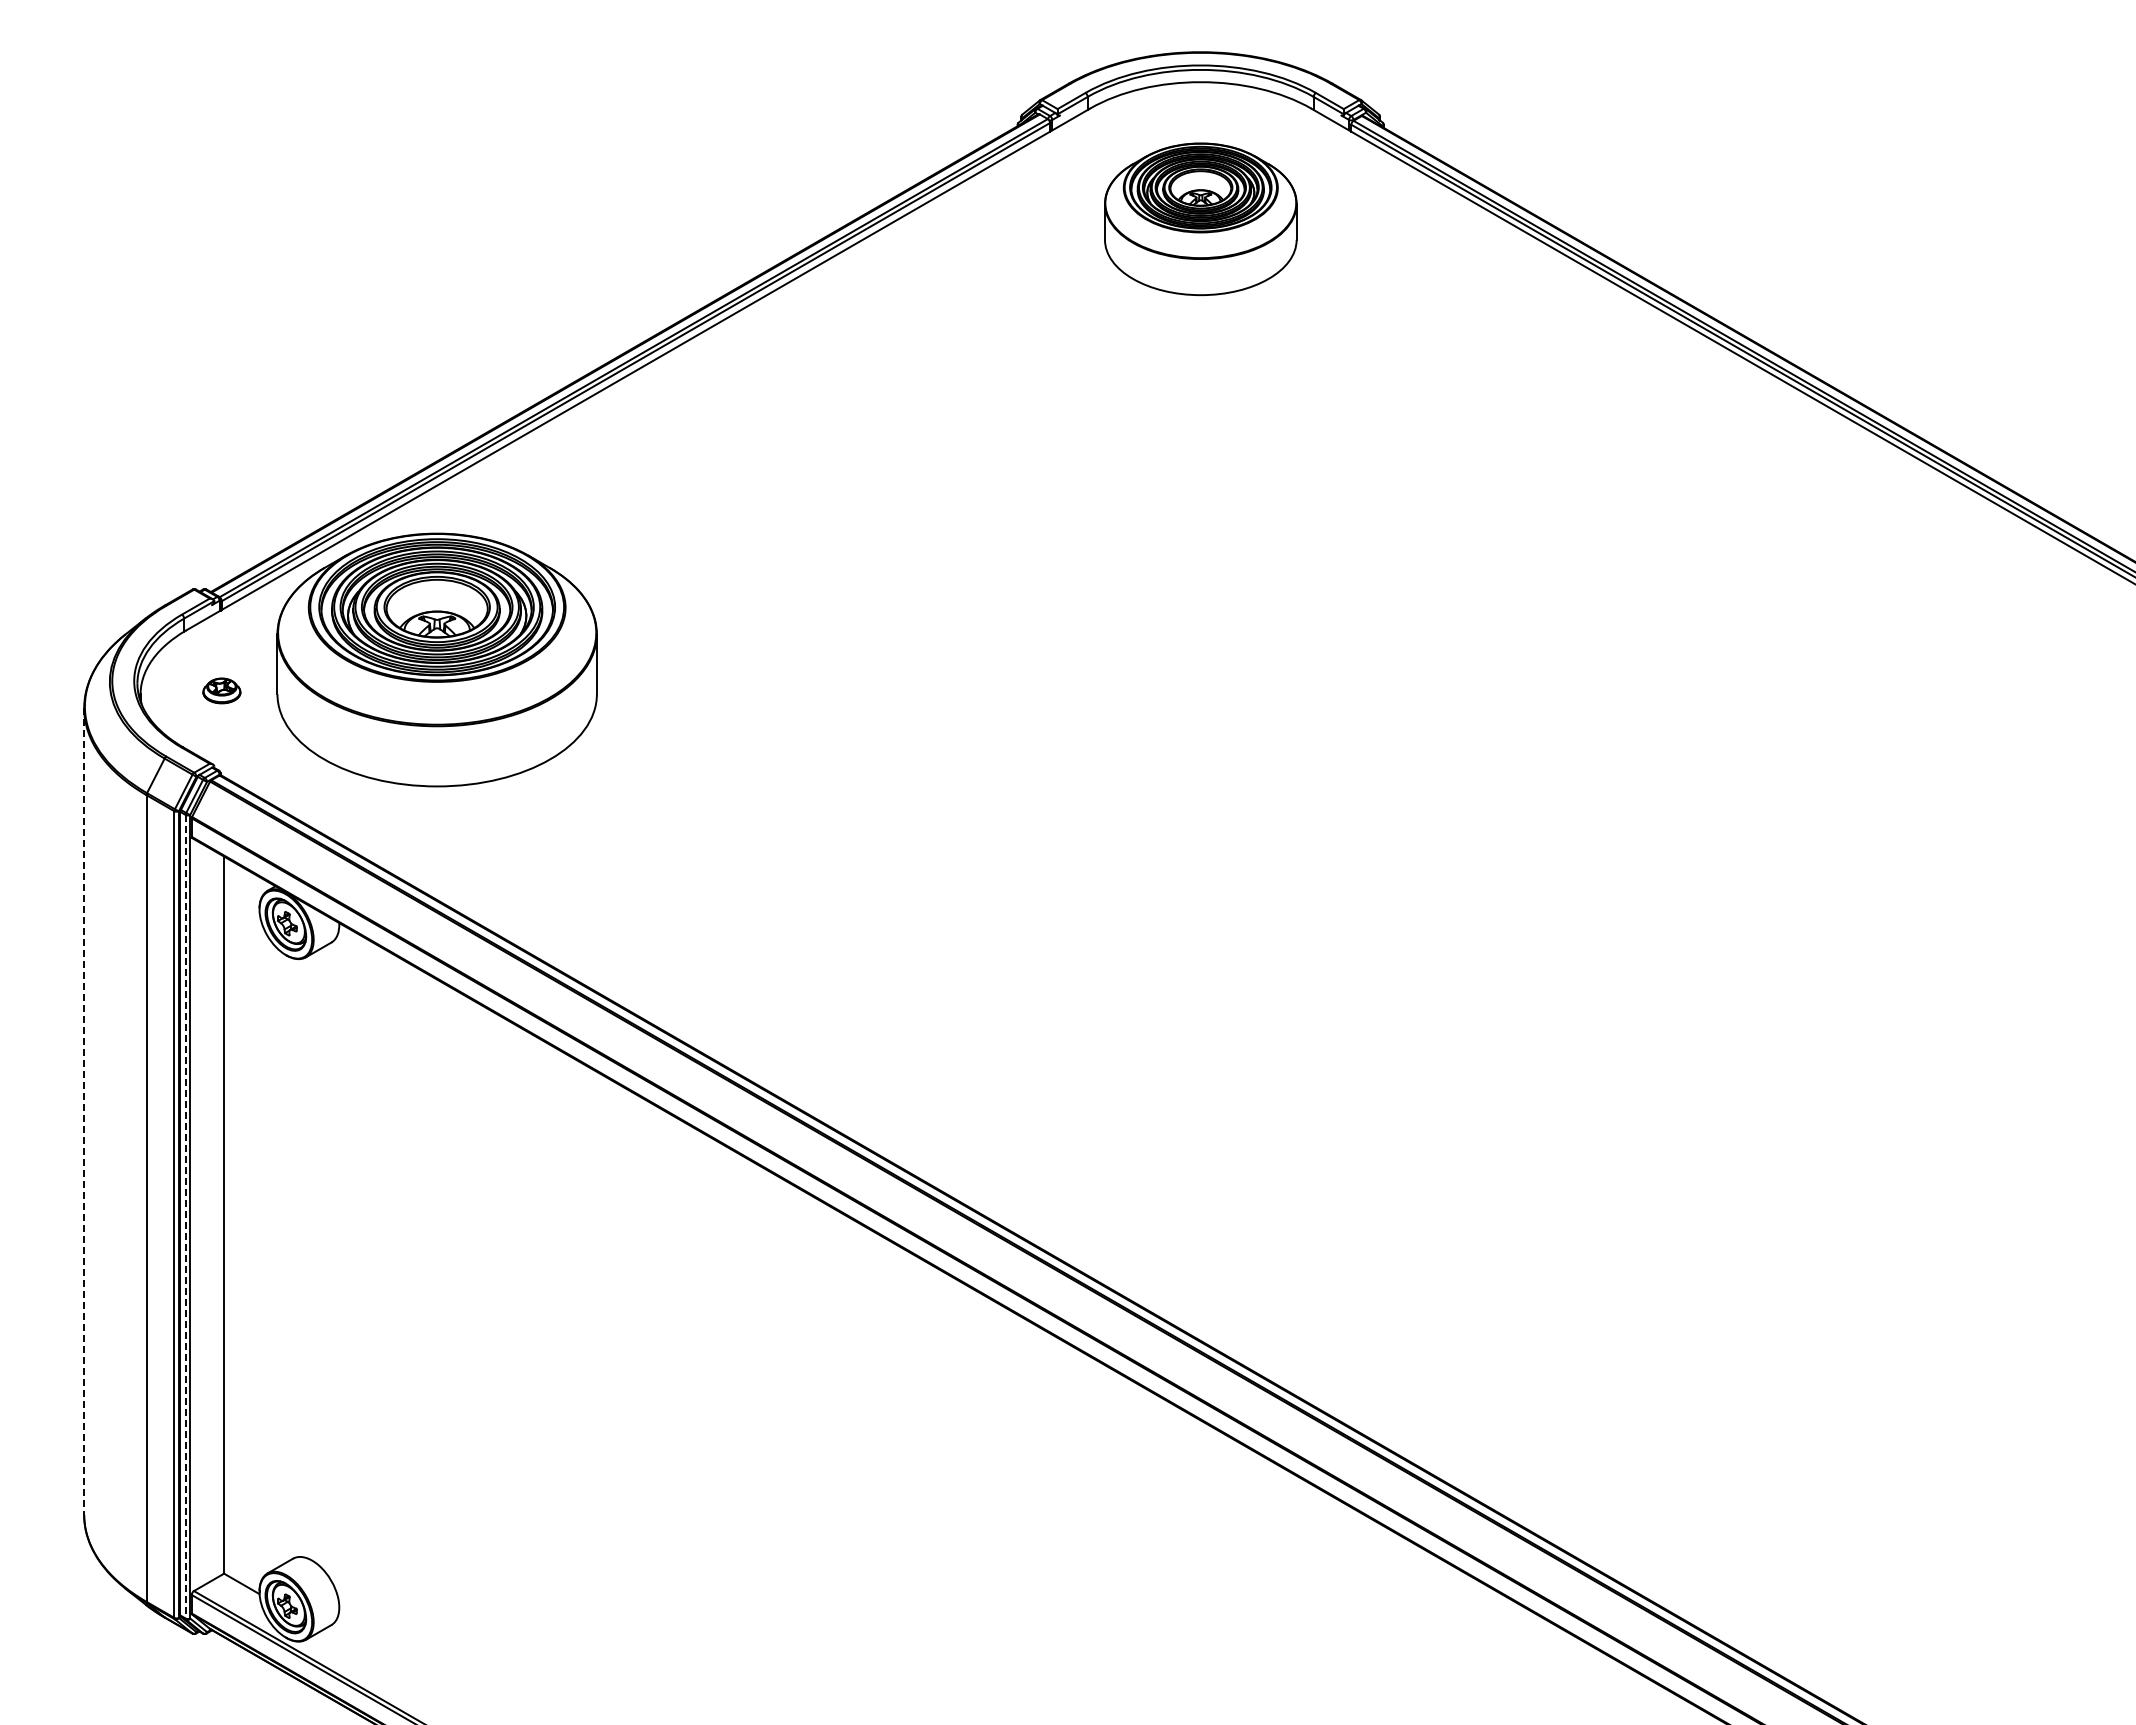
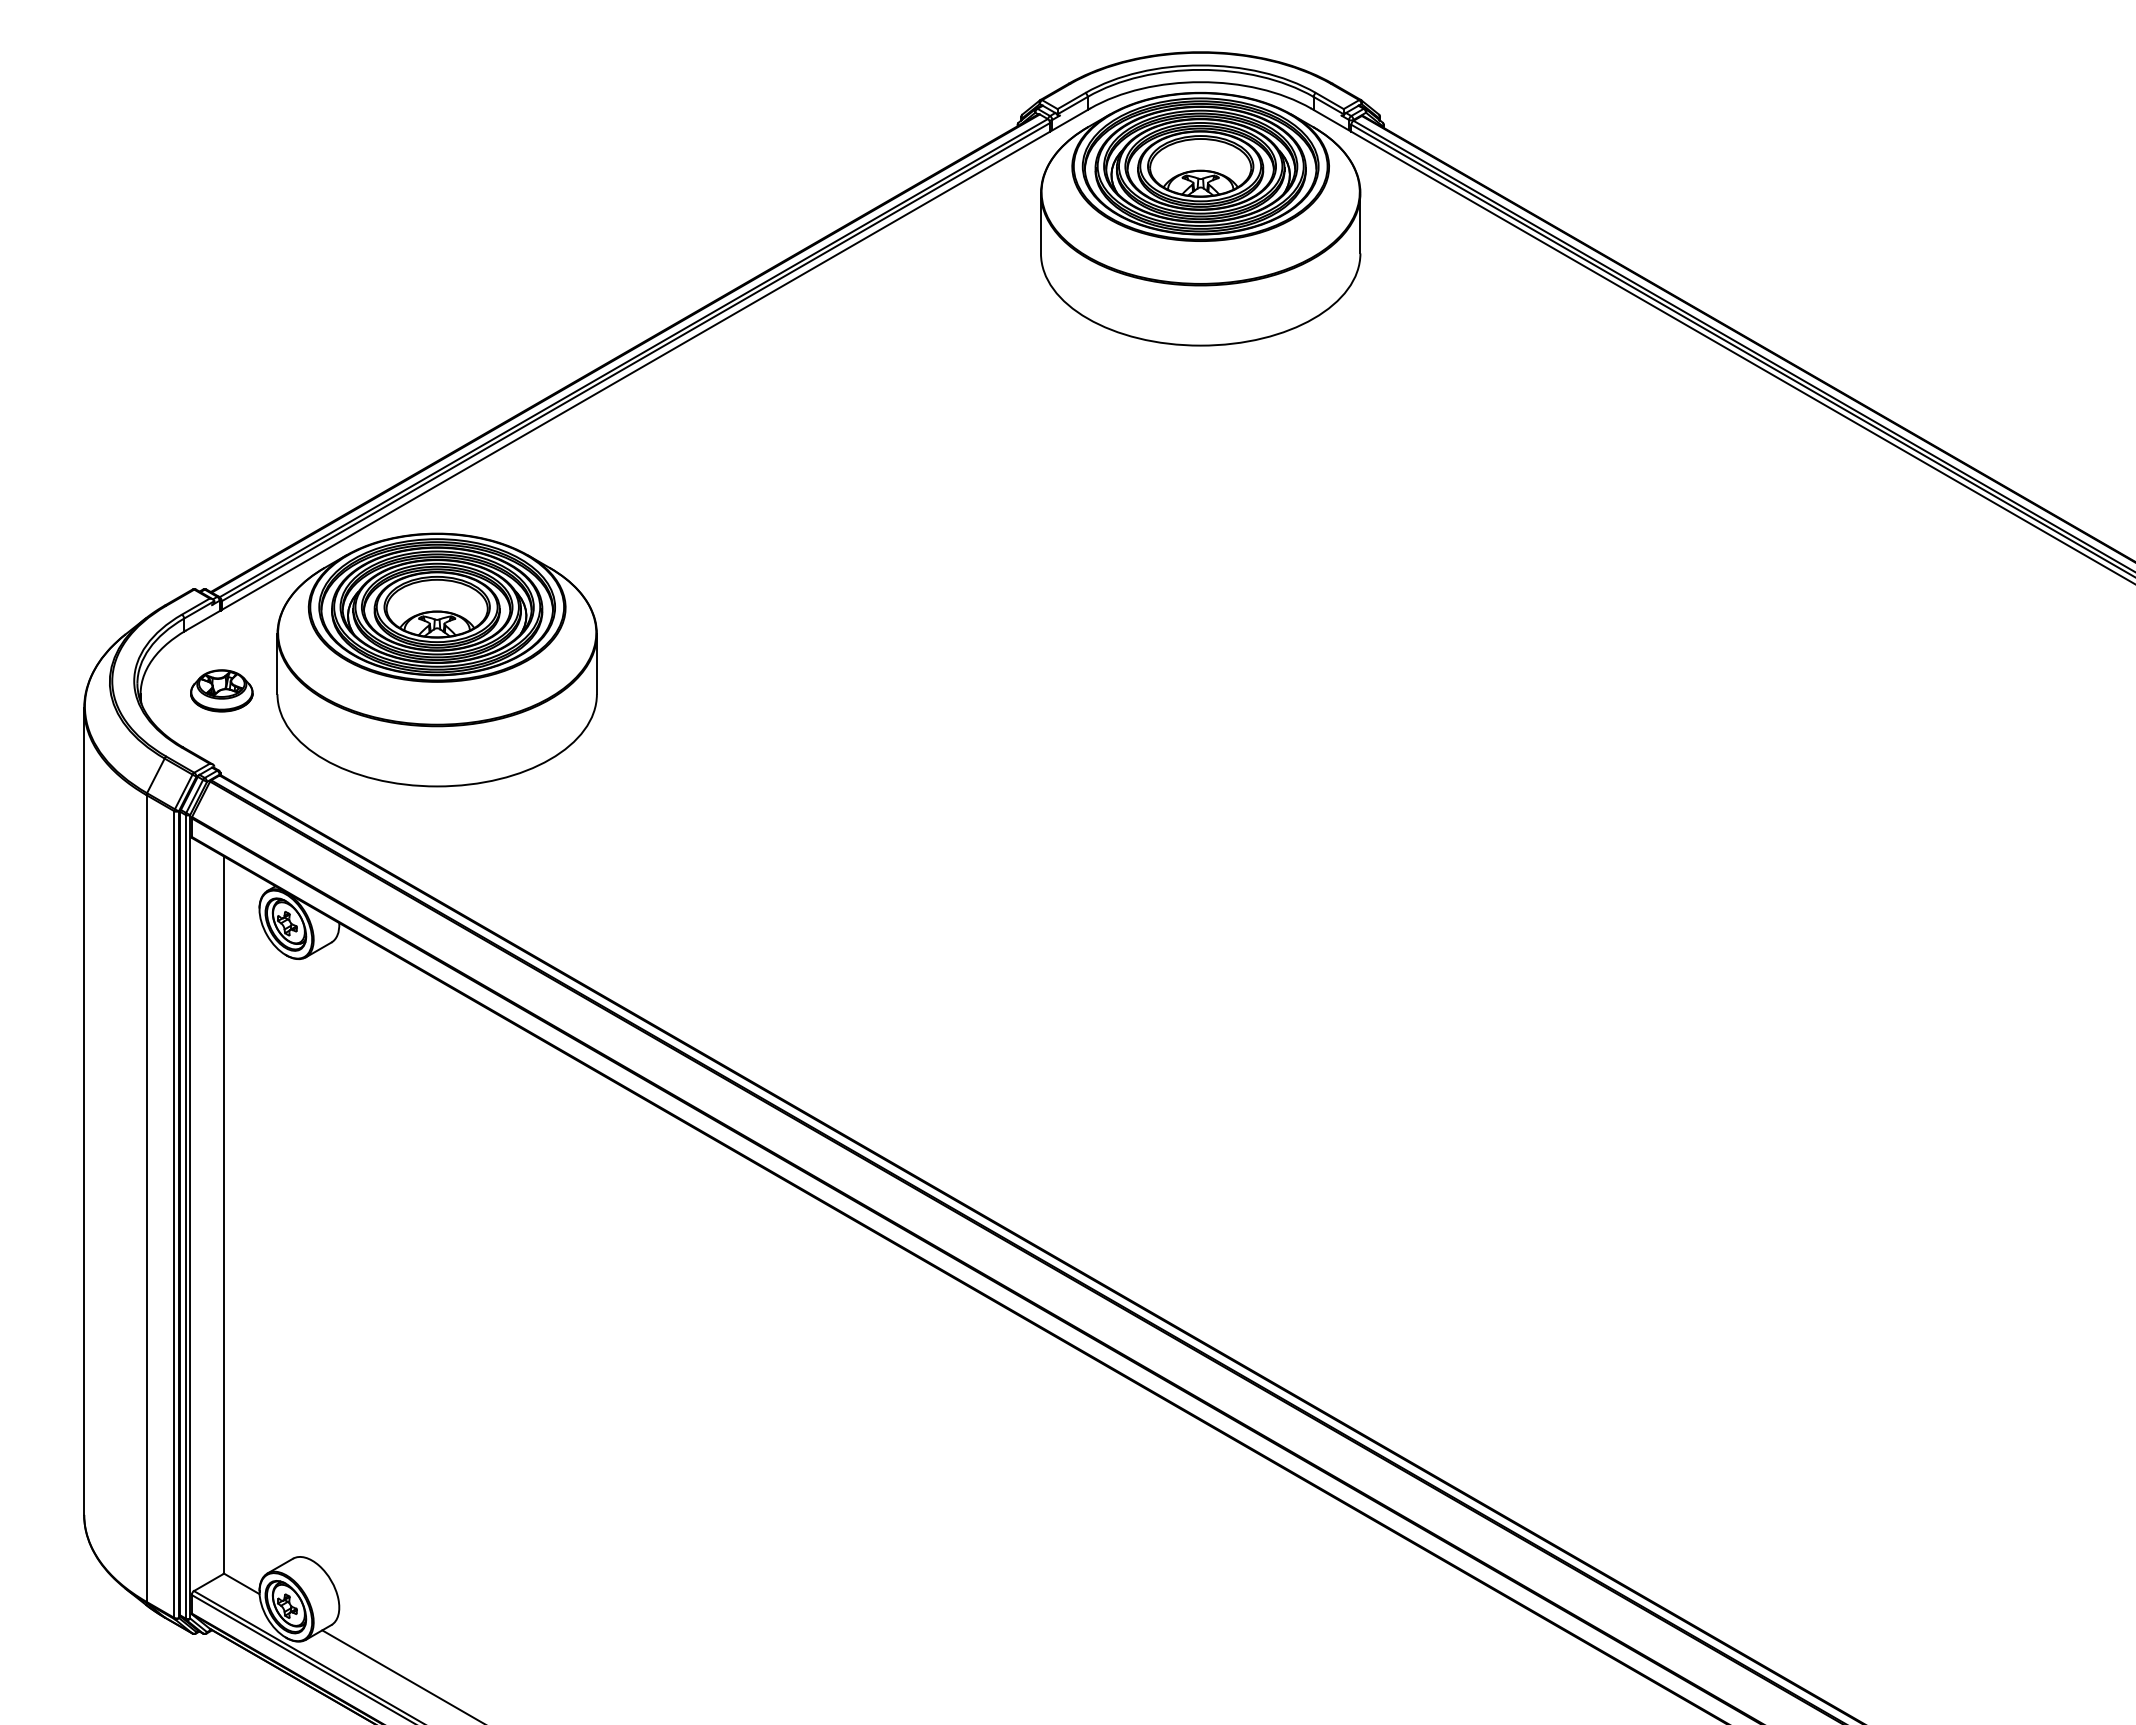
part at (1200, 219) size: 194x155 px -> 322x255 px
part at (221, 690) size: 40x28 px -> 64x44 px
line at (84, 1112): dashed -> solid
line at (185, 1216): dashed -> solid
line at (401, 1675): none -> present
